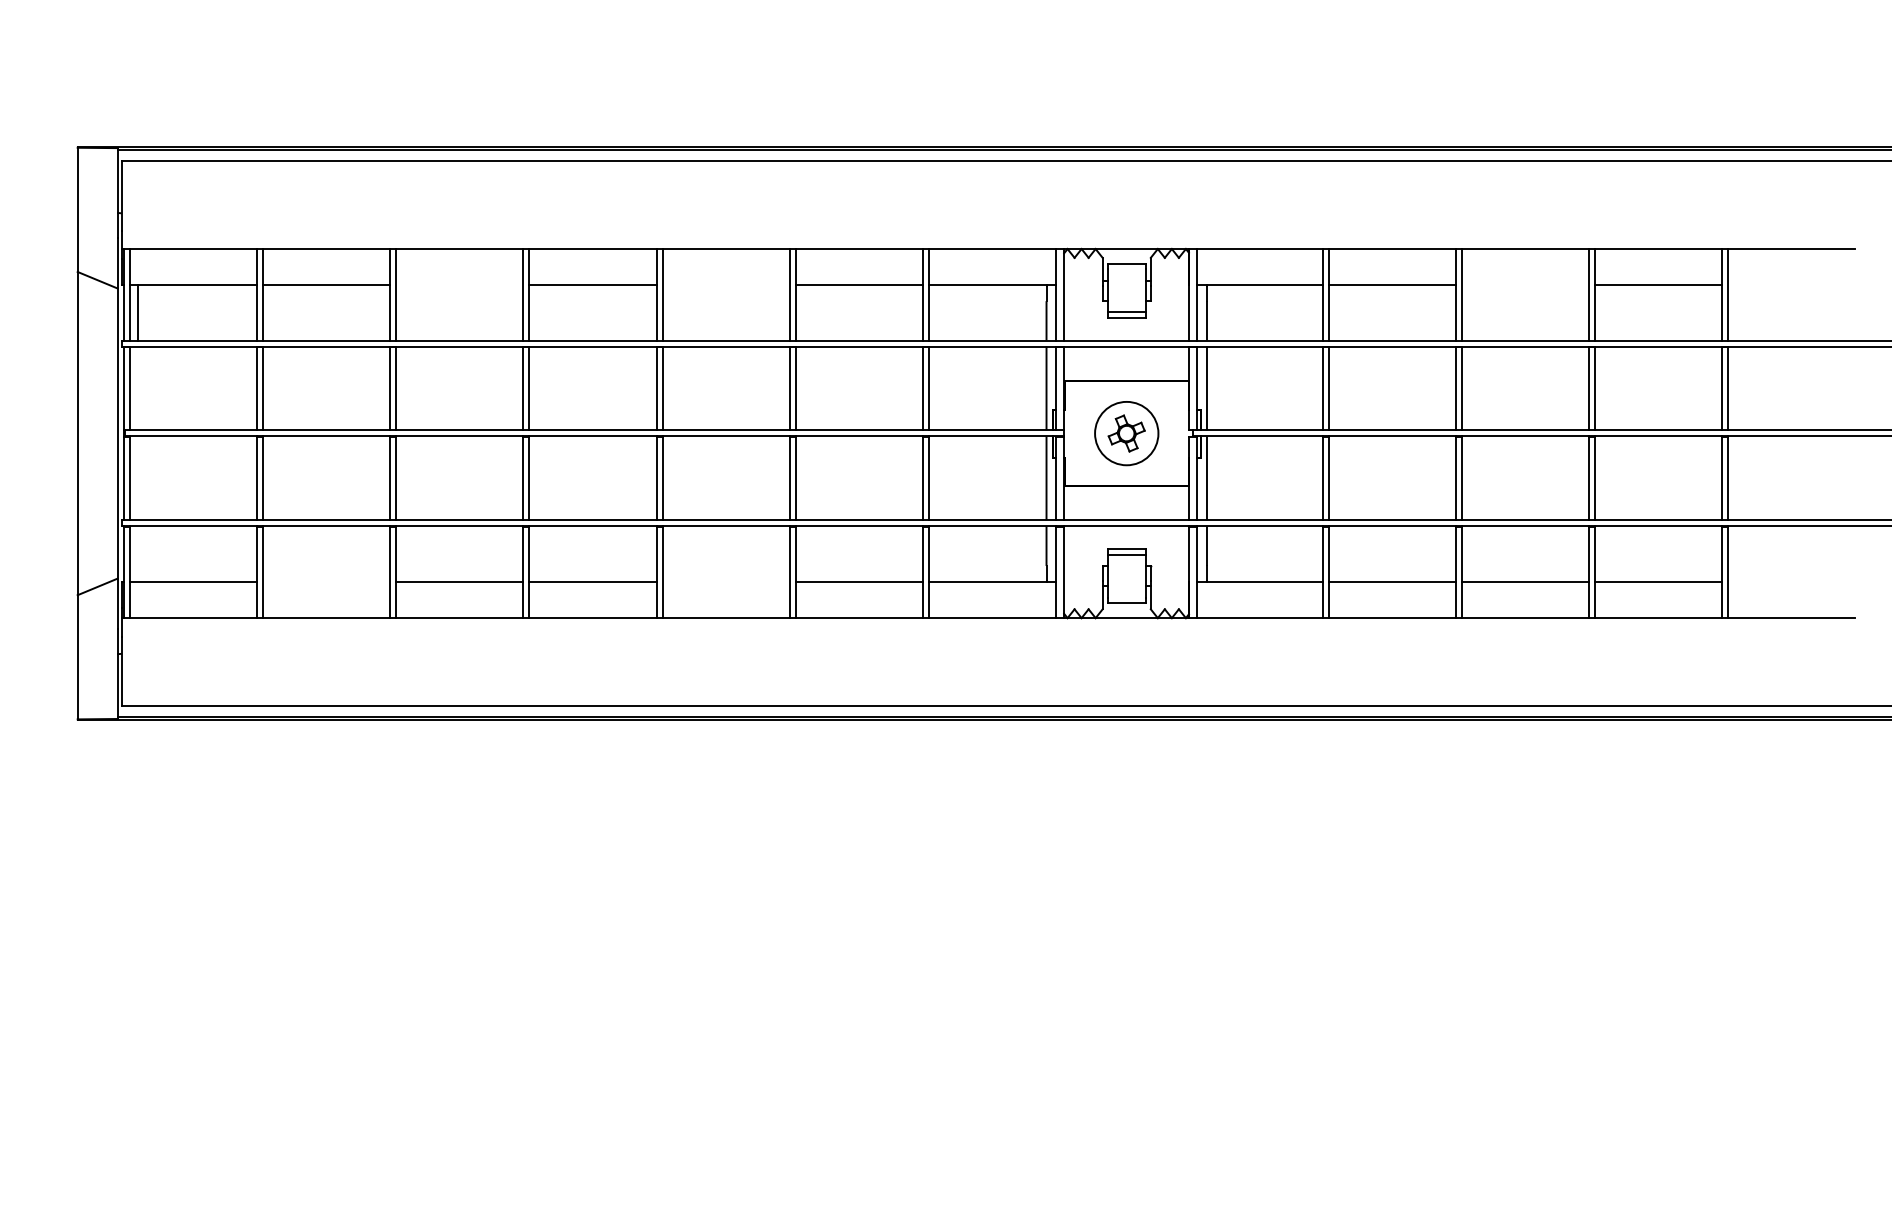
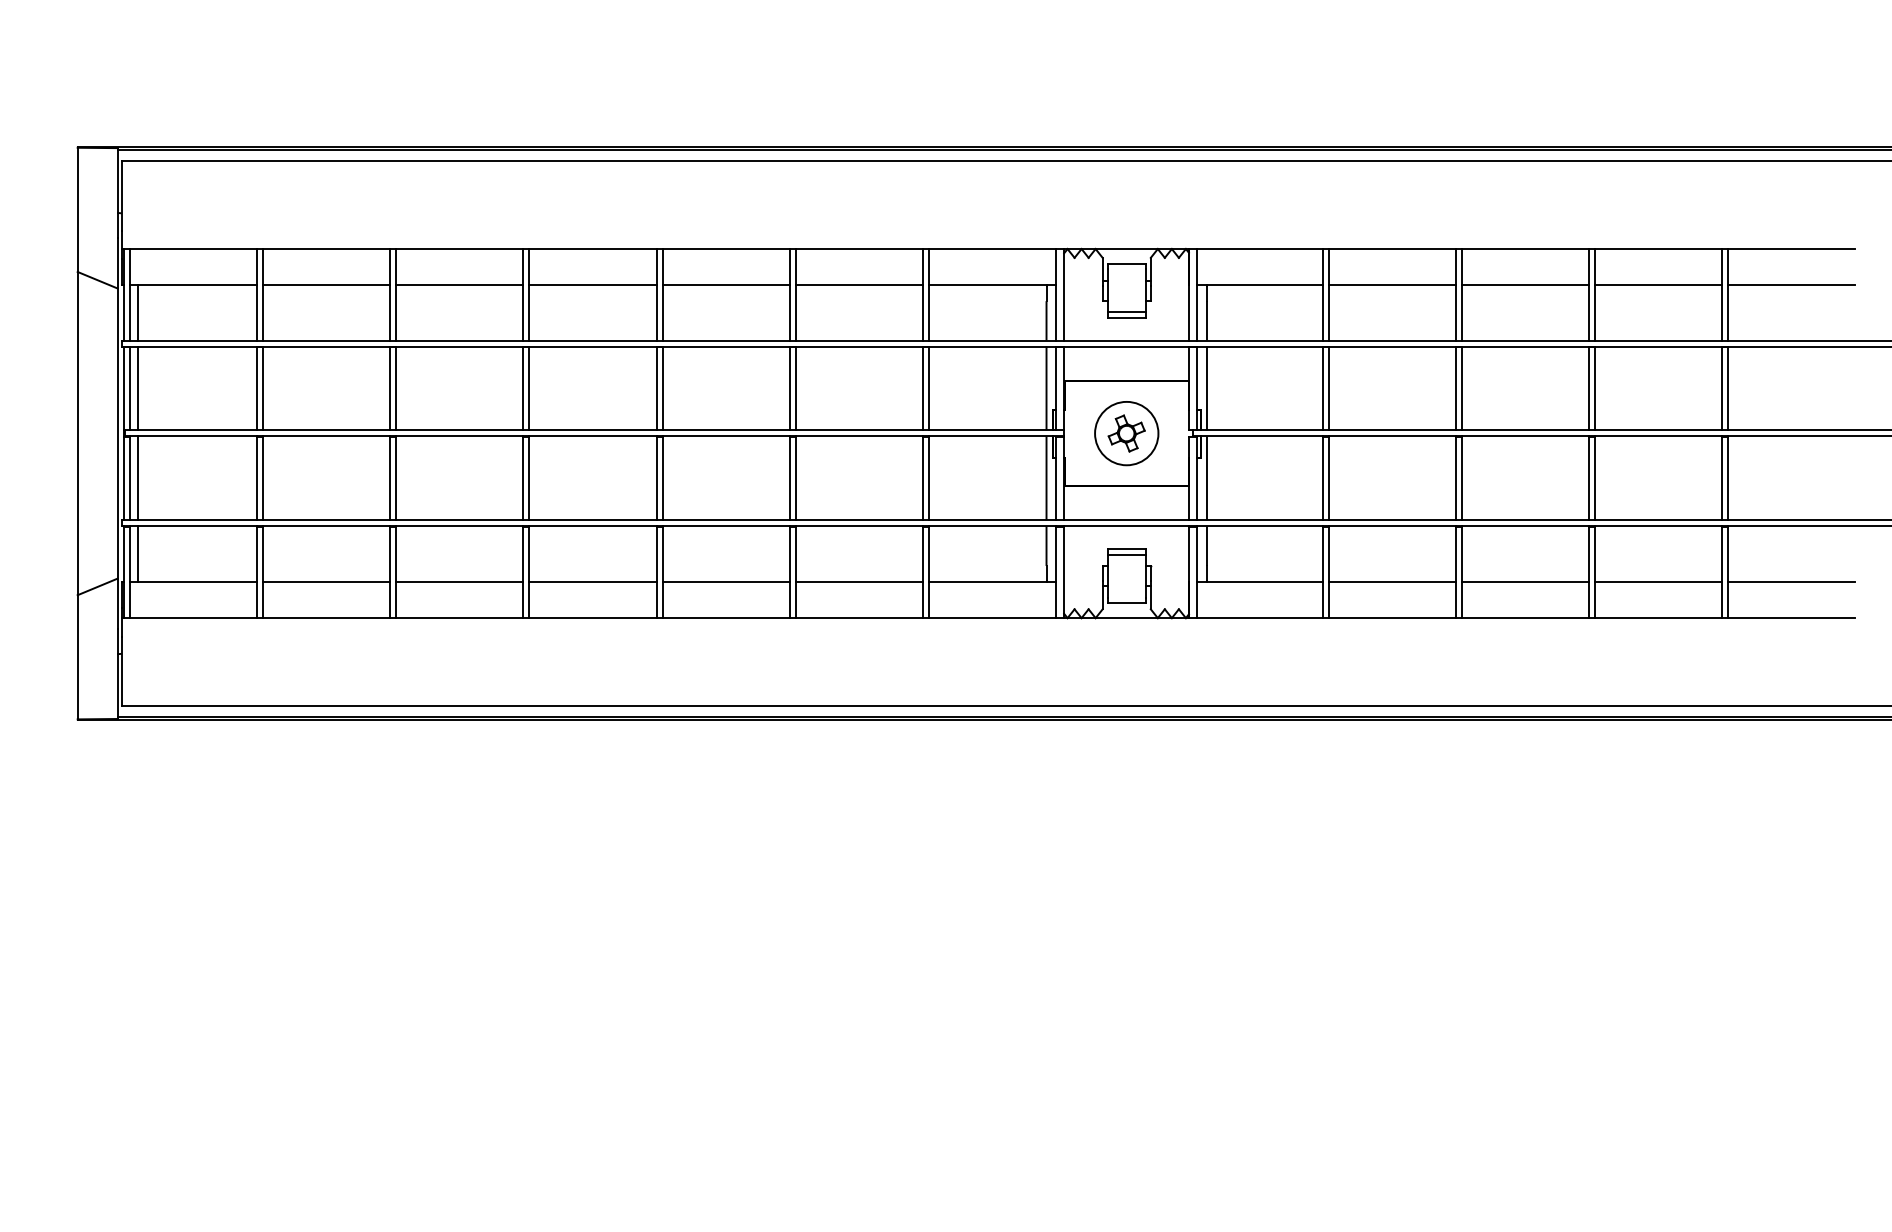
line at (459, 285): none -> present
line at (725, 285): none -> present
line at (1524, 285): none -> present
line at (1791, 285): none -> present
line at (137, 388): none -> present
line at (137, 478): none -> present
line at (137, 554): none -> present
line at (326, 582): none -> present
line at (725, 582): none -> present
line at (1791, 582): none -> present
